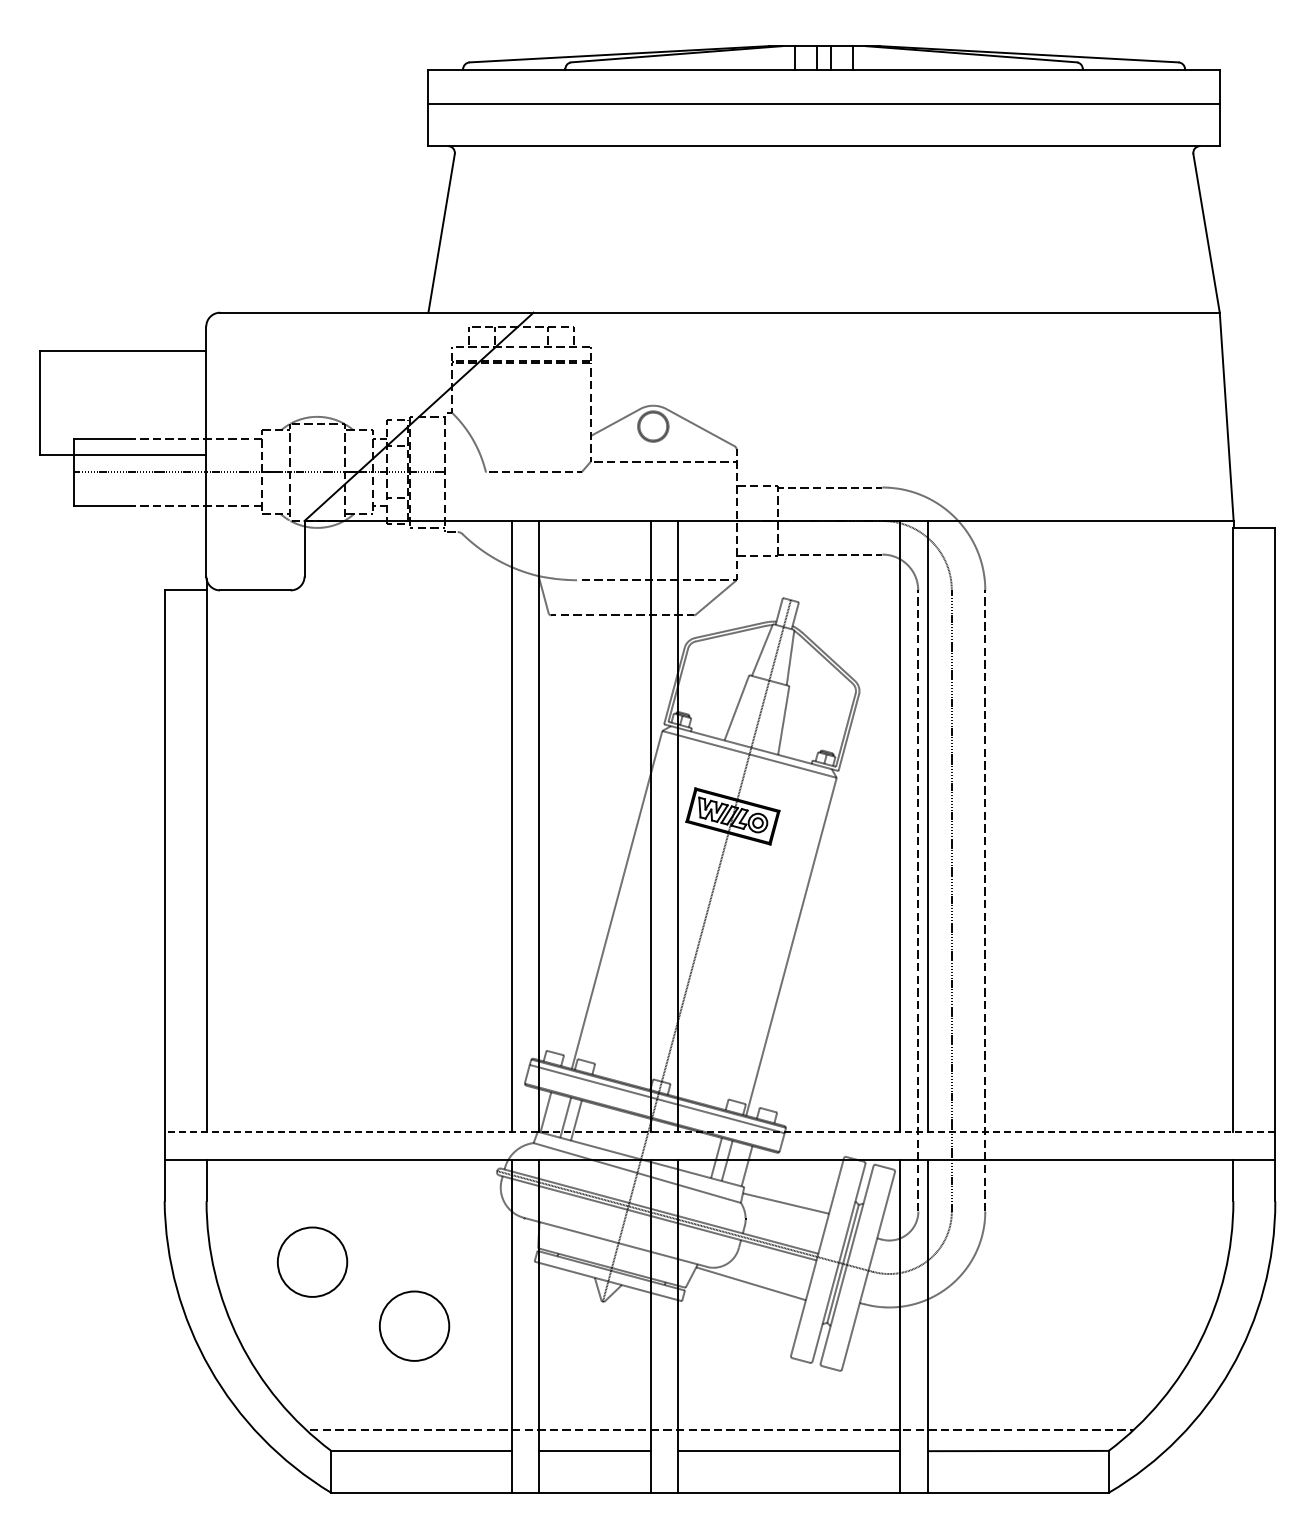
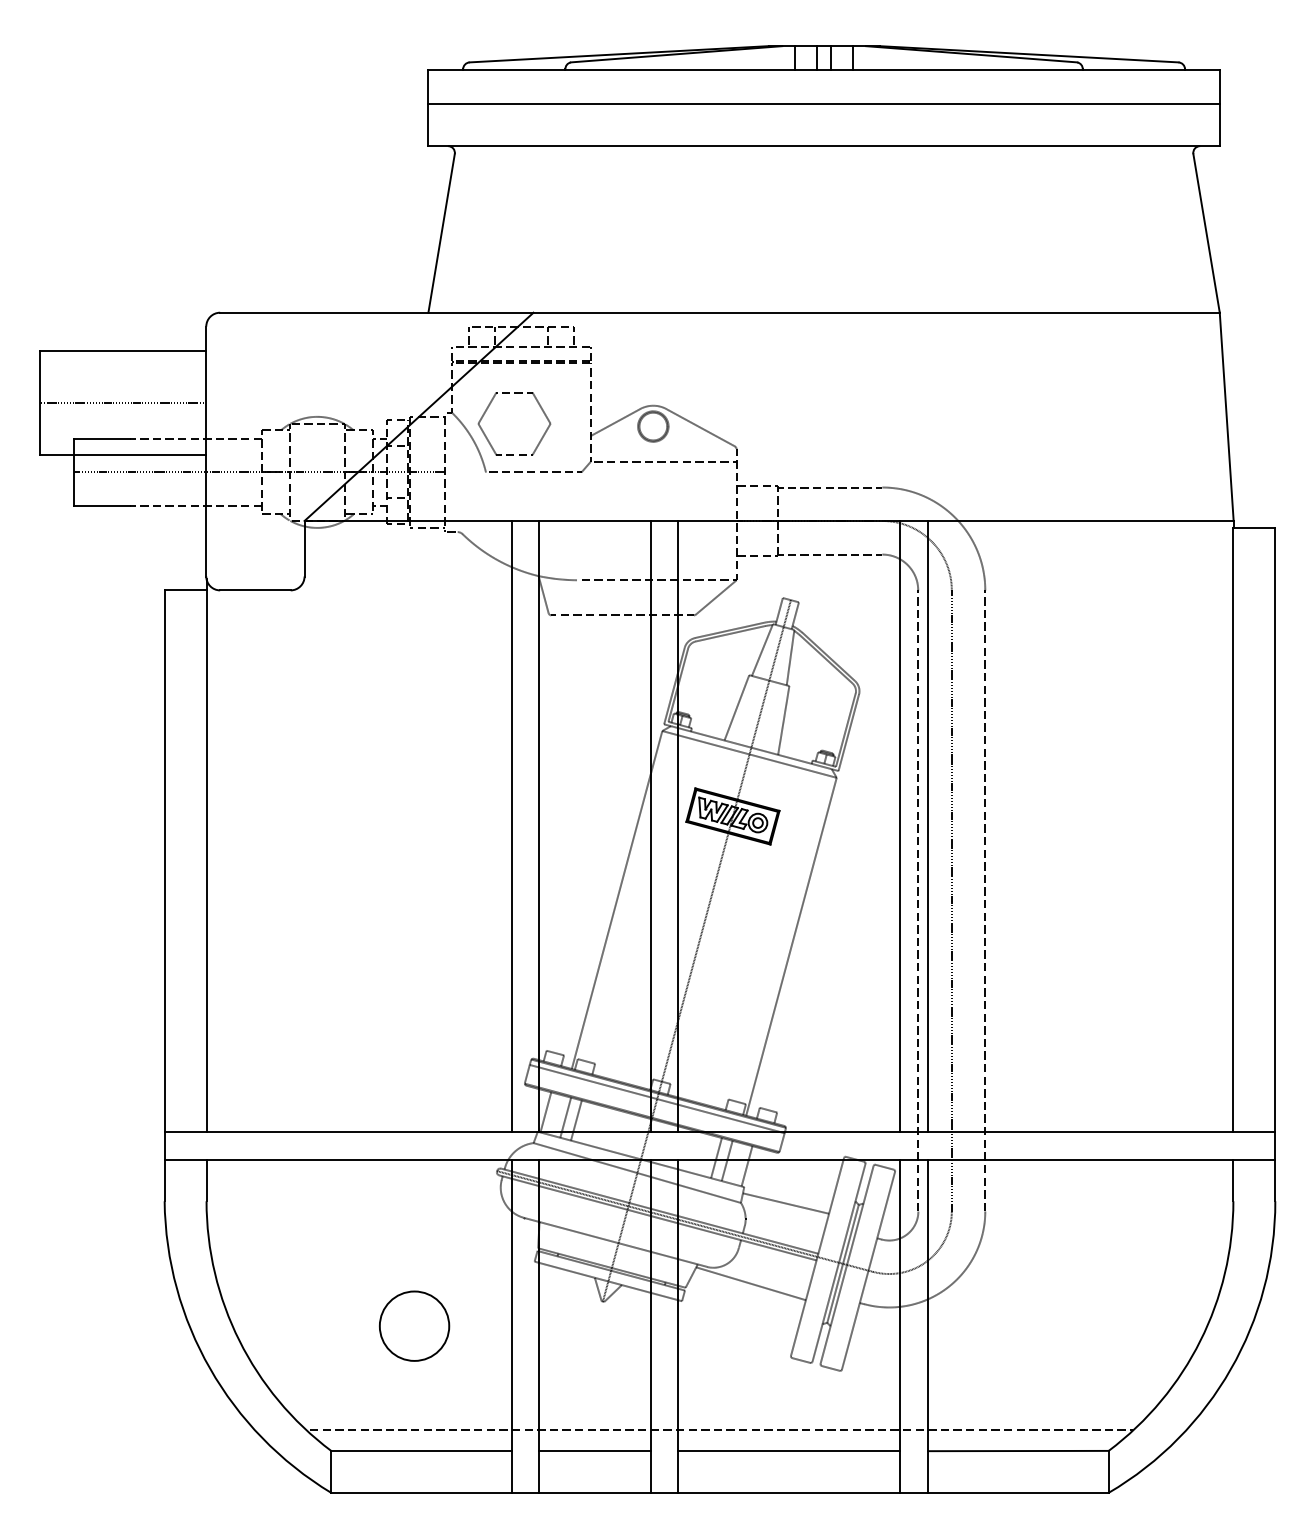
line at (122, 402): none -> present
part at (487, 410): none -> present
line at (719, 1131): dashed -> solid
circle at (312, 1261): present -> none
